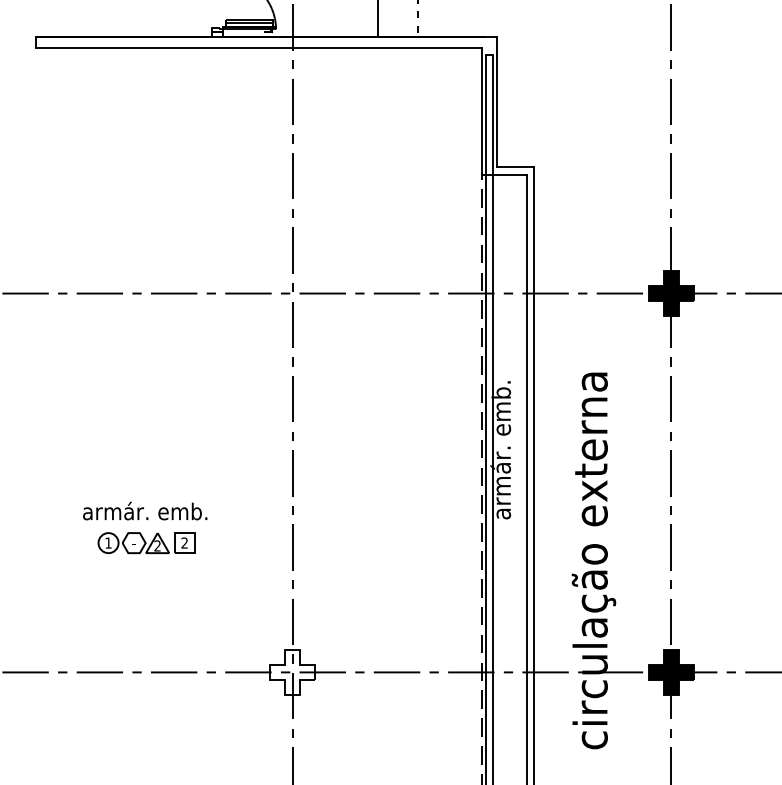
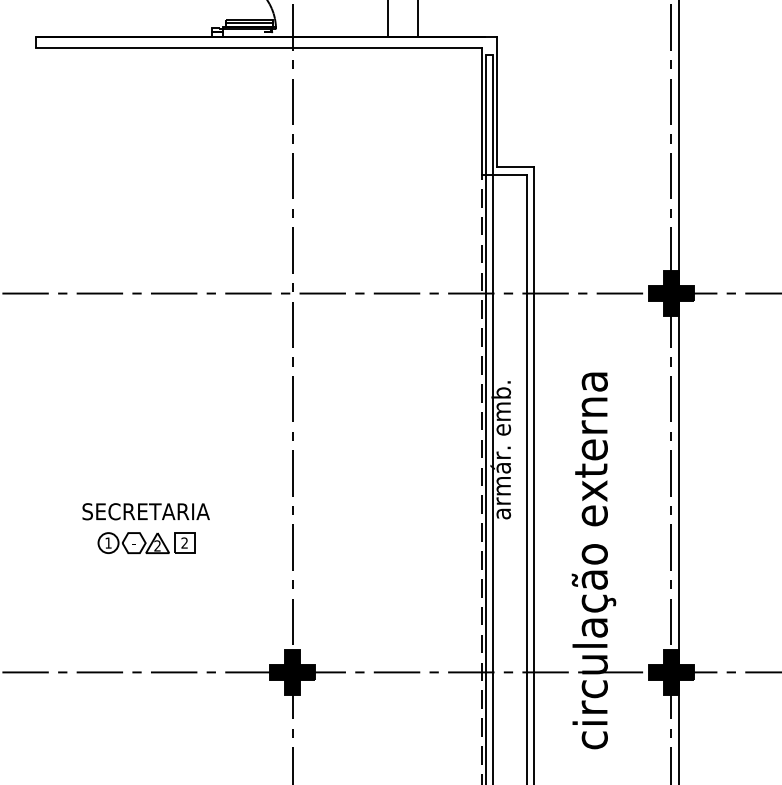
line at (378, 19) position: (378, 19) -> (388, 19)
line at (418, 19): dashed -> solid
line at (678, 391): none -> present
text at (145, 510): armár. emb. -> SECRETARIA
fill at (292, 672): none -> present
